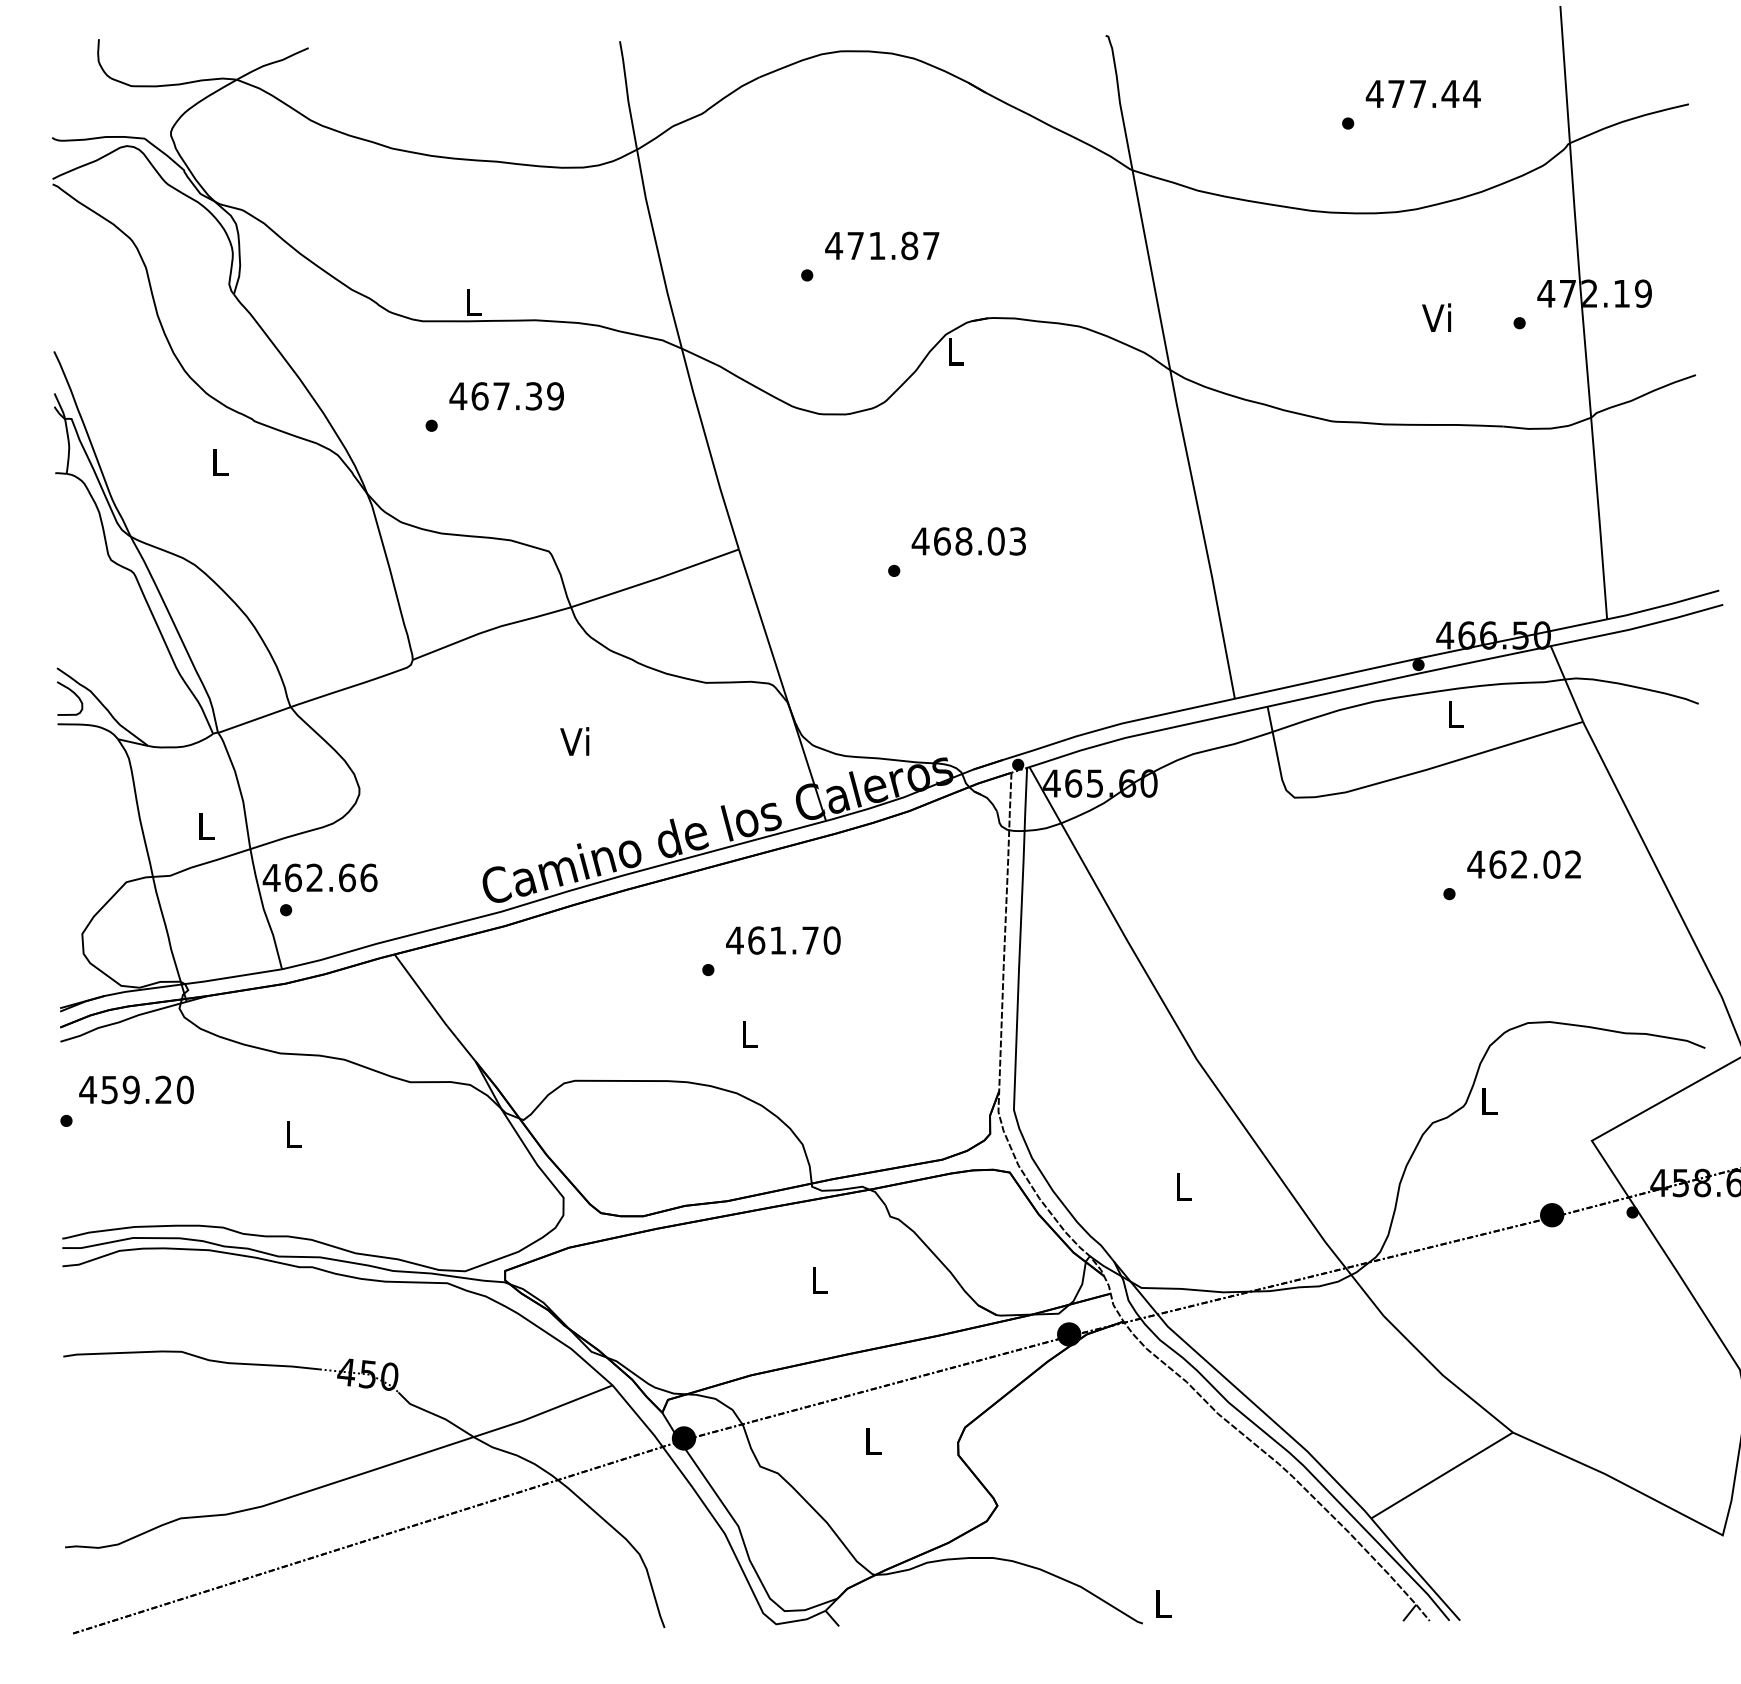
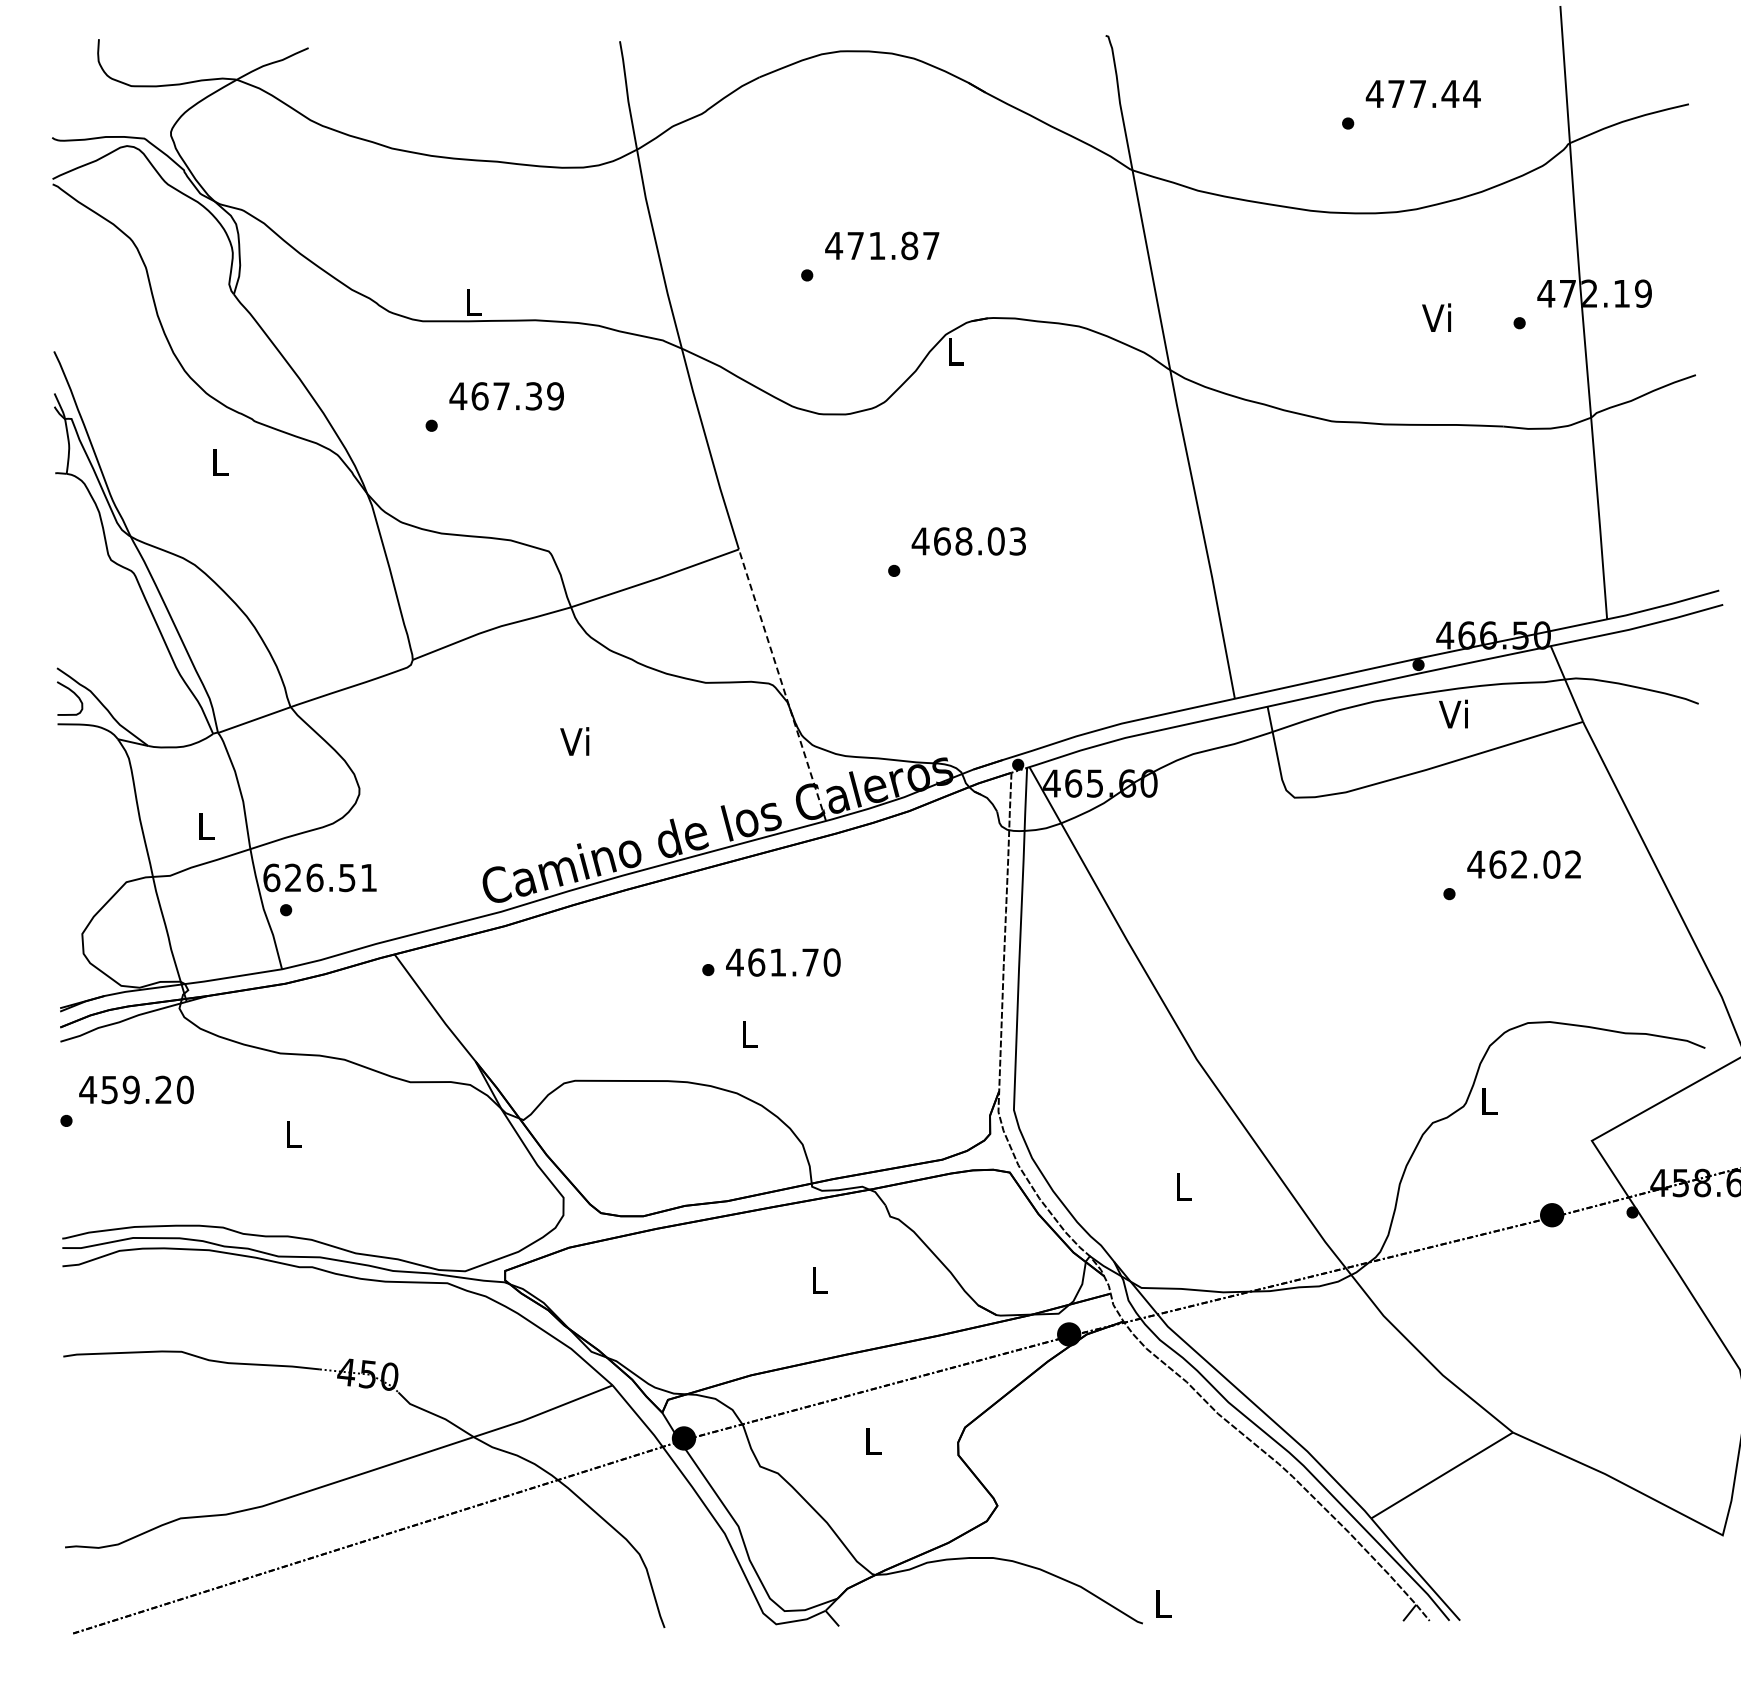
line at (782, 685): solid -> dashed
text at (1453, 713): L -> Vi
text at (319, 877): 462.66 -> 626.51
text at (783, 940) position: (783, 940) -> (783, 962)
